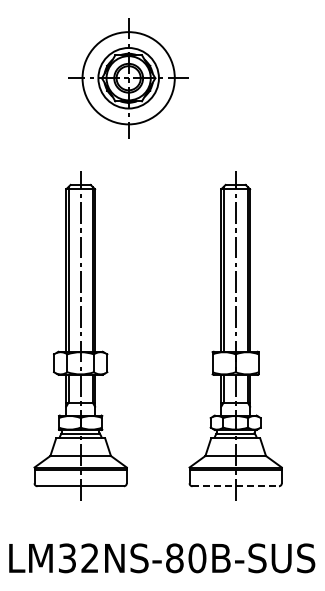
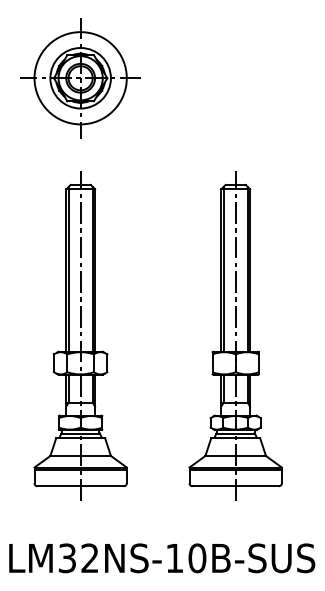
part at (128, 78) position: (128, 78) -> (80, 78)
line at (236, 486): dashed -> solid
text at (174, 558): LM32NS-80B-SUS -> LM32NS-10B-SUS
